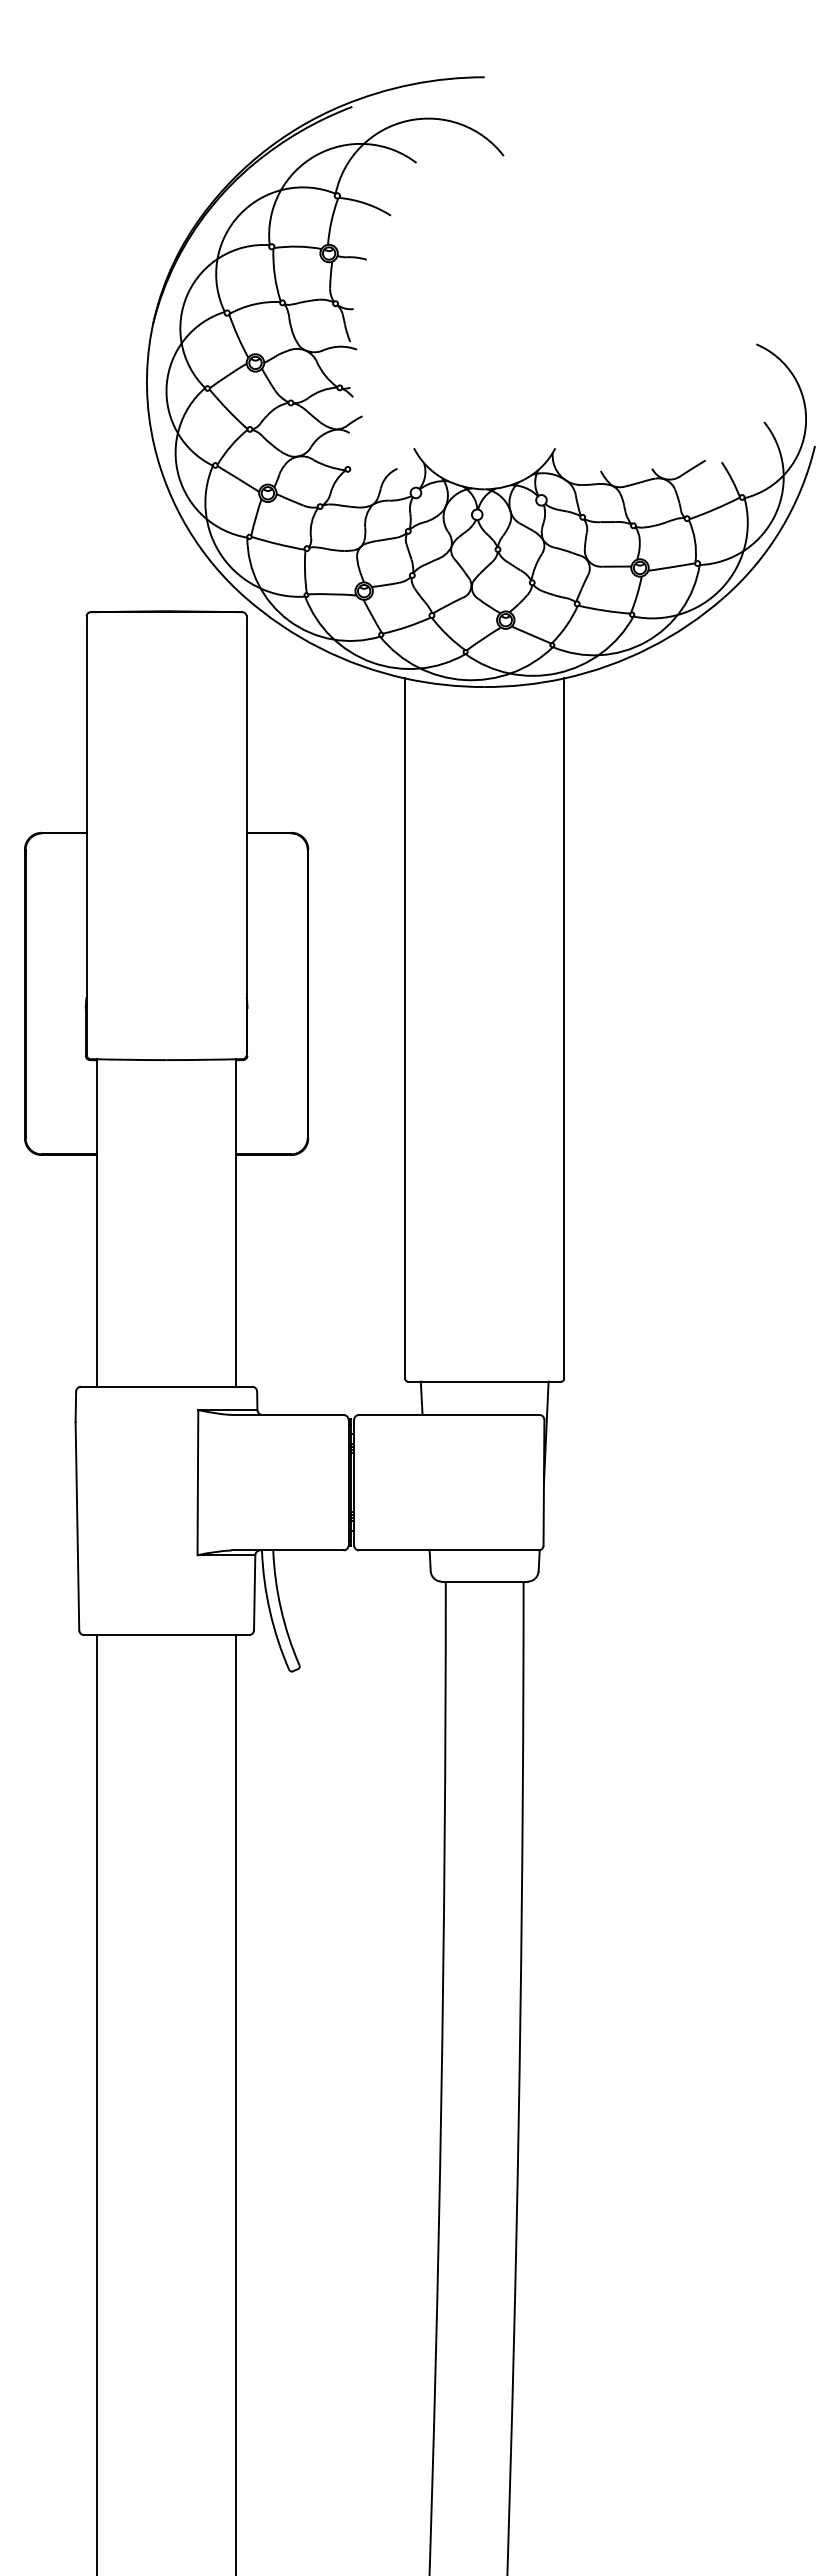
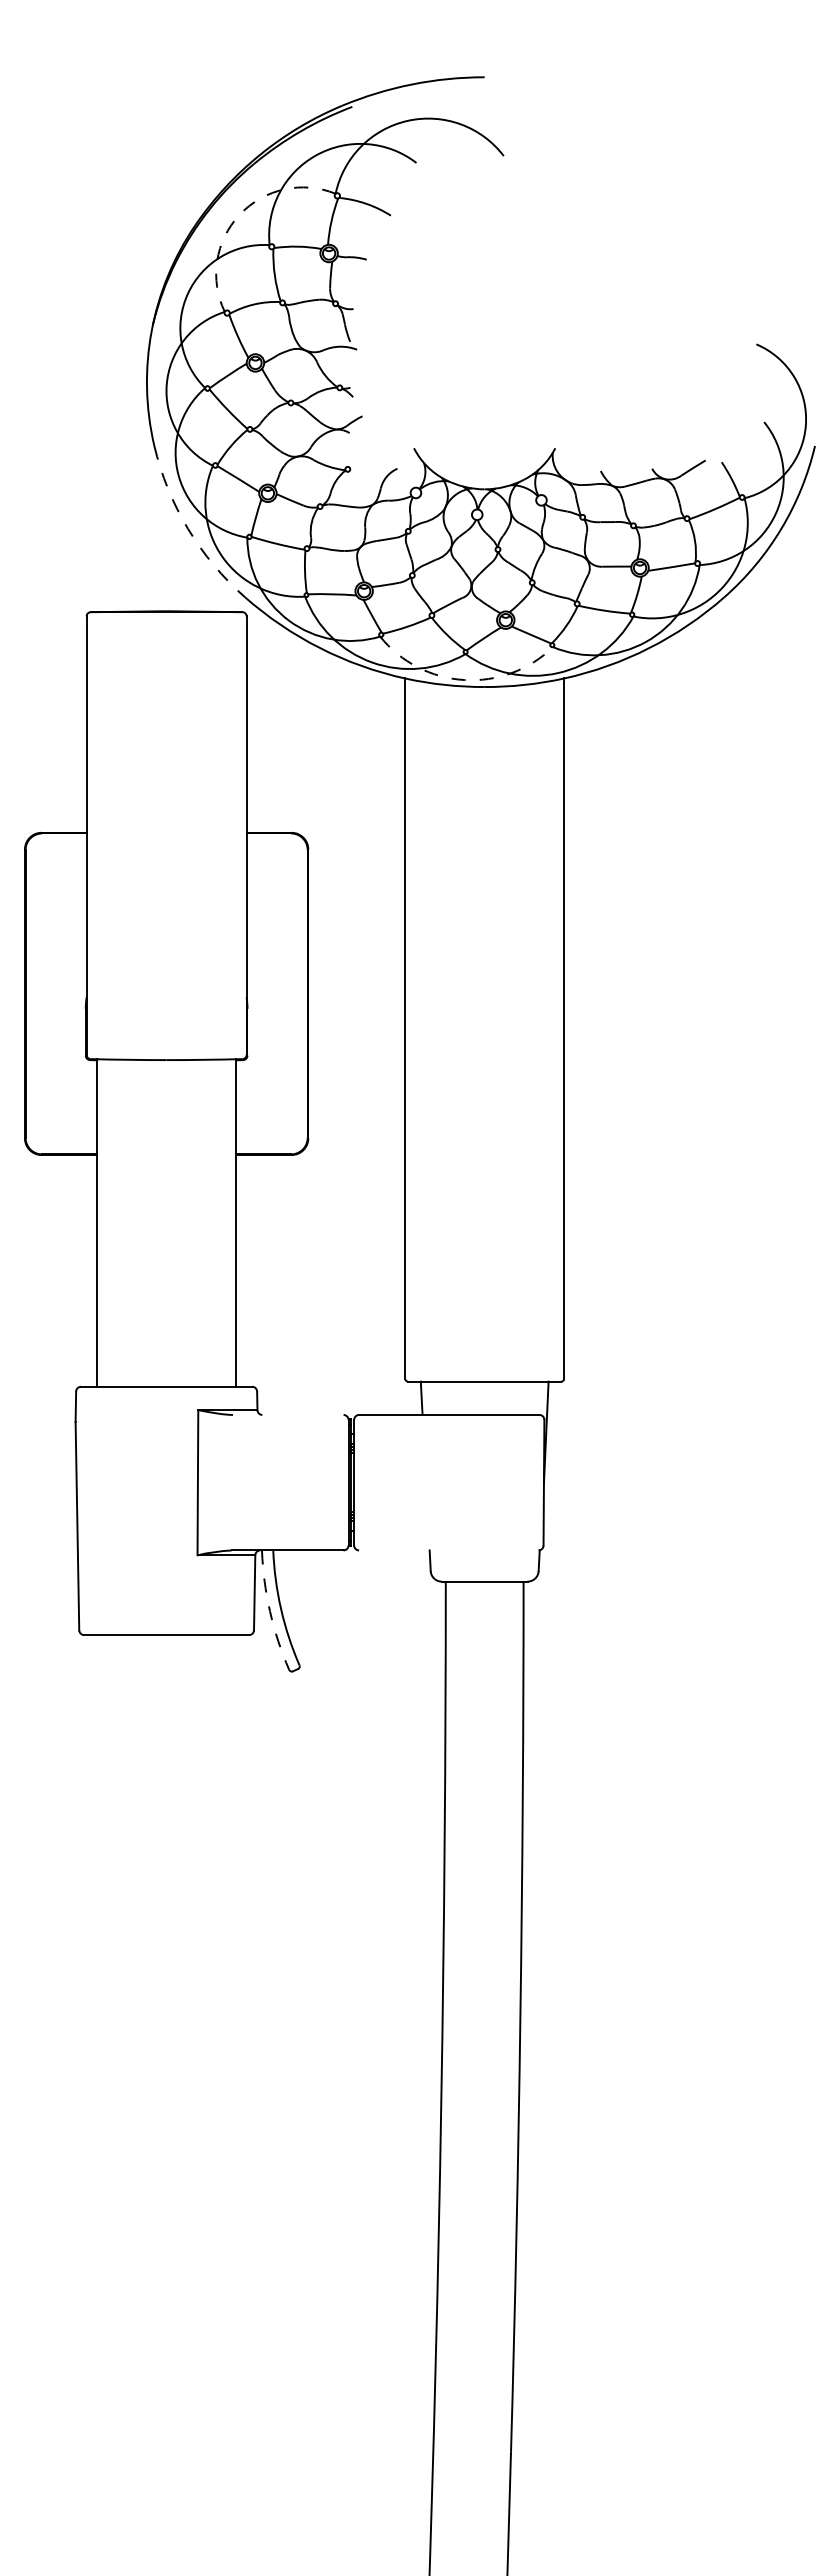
arc at (239, 214): solid -> dashed
arc at (187, 528): solid -> dashed
arc at (464, 680): solid -> dashed
line at (287, 1414): present -> none
line at (448, 1550): present -> none
arc at (270, 1611): solid -> dashed
line at (97, 2103): present -> none
line at (236, 2103): present -> none
